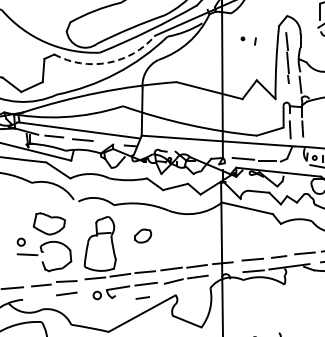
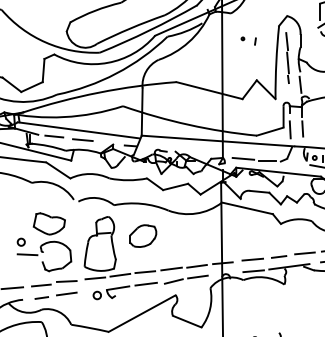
arc at (108, 62): dashed -> solid
part at (143, 235) size: 19x16 px -> 29x24 px
line at (142, 297) position: (142, 297) -> (41, 297)
